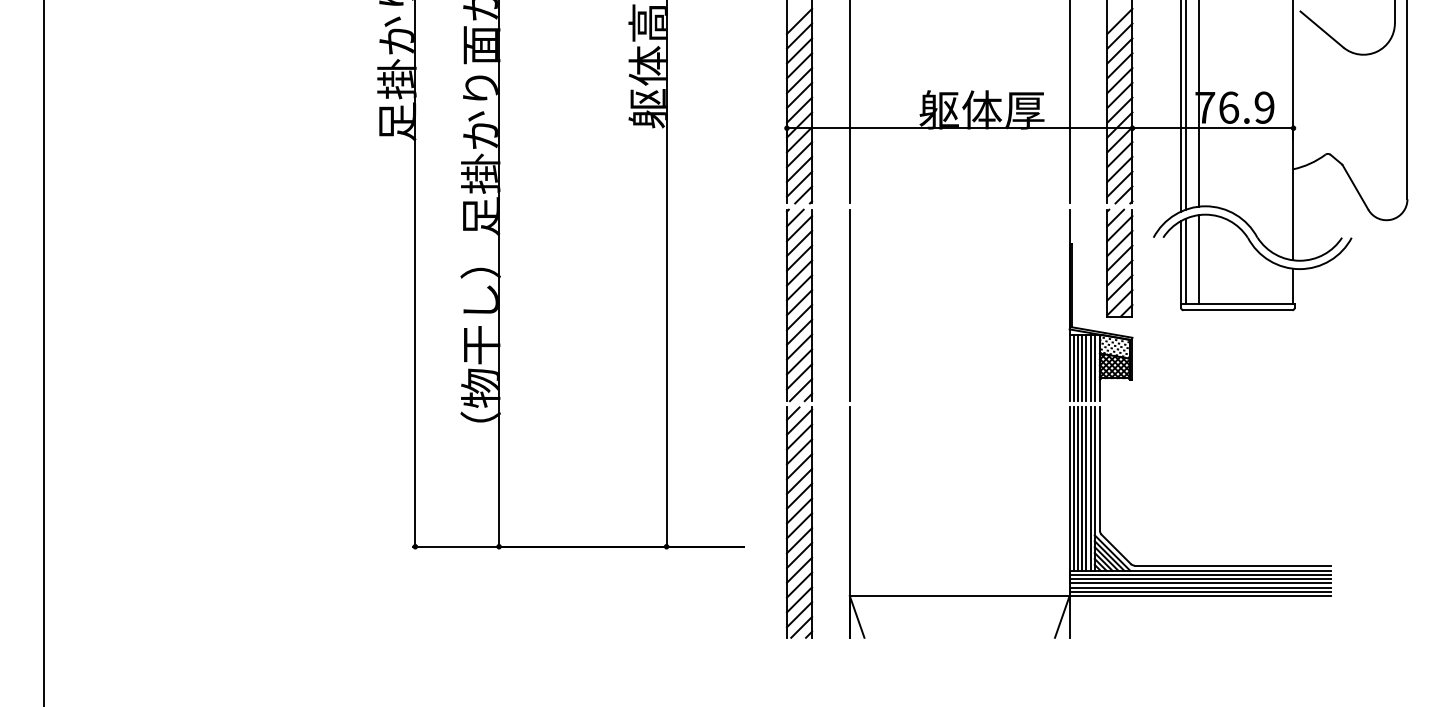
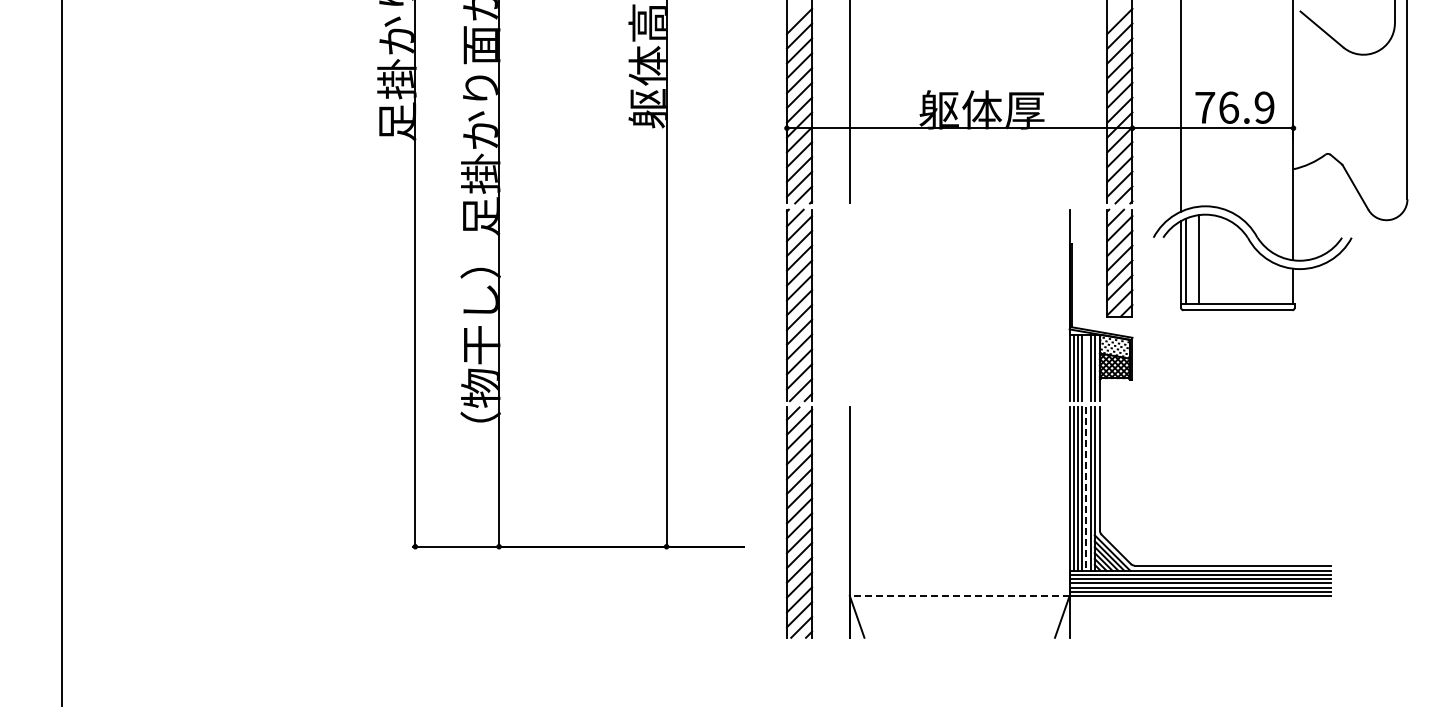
line at (1069, 102): present -> none
line at (1199, 104): present -> none
line at (1185, 105): present -> none
line at (849, 305): present -> none
line at (43, 352) position: (43, 352) -> (61, 352)
line at (1086, 367): present -> none
line at (1086, 489): solid -> dashed
line at (959, 595): solid -> dashed
